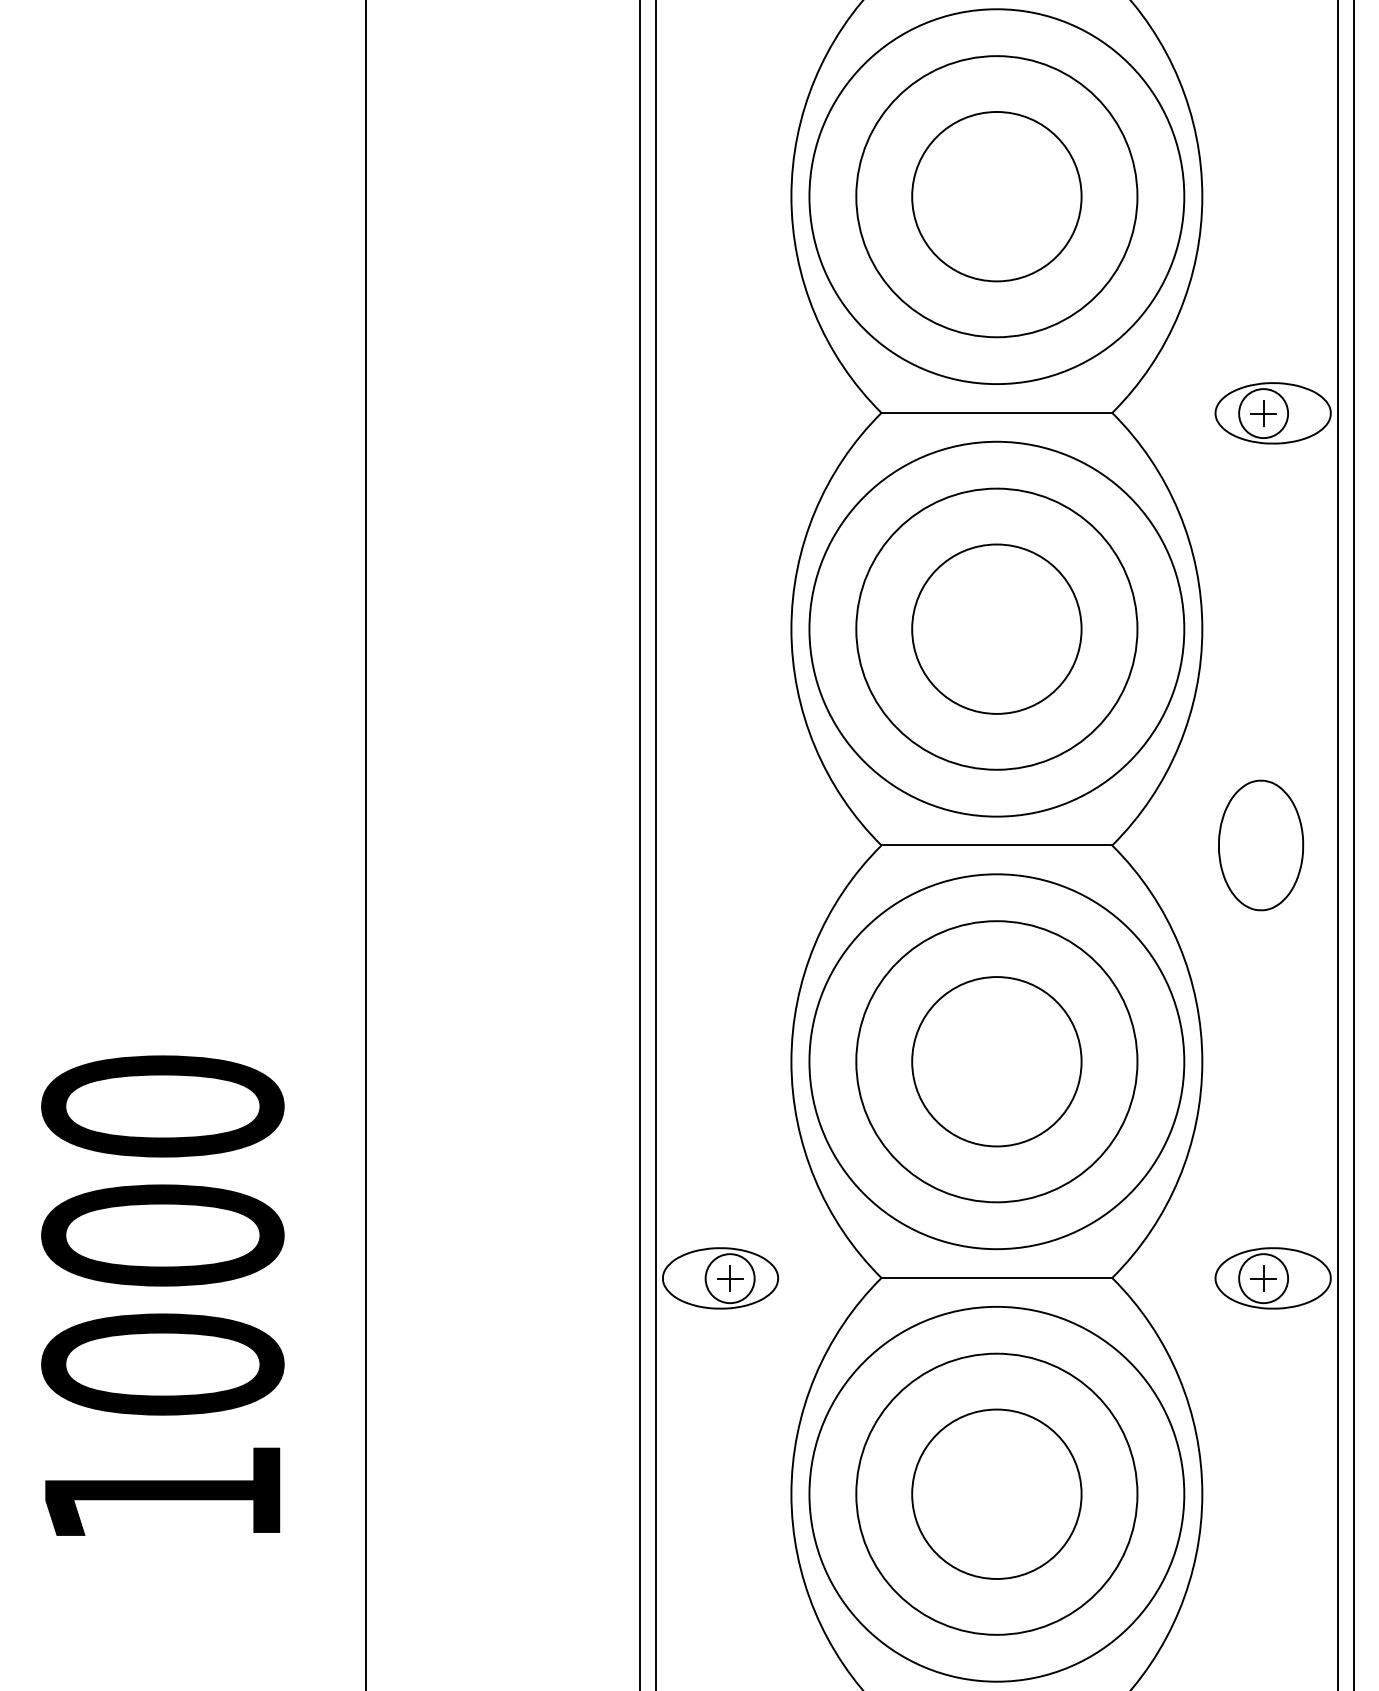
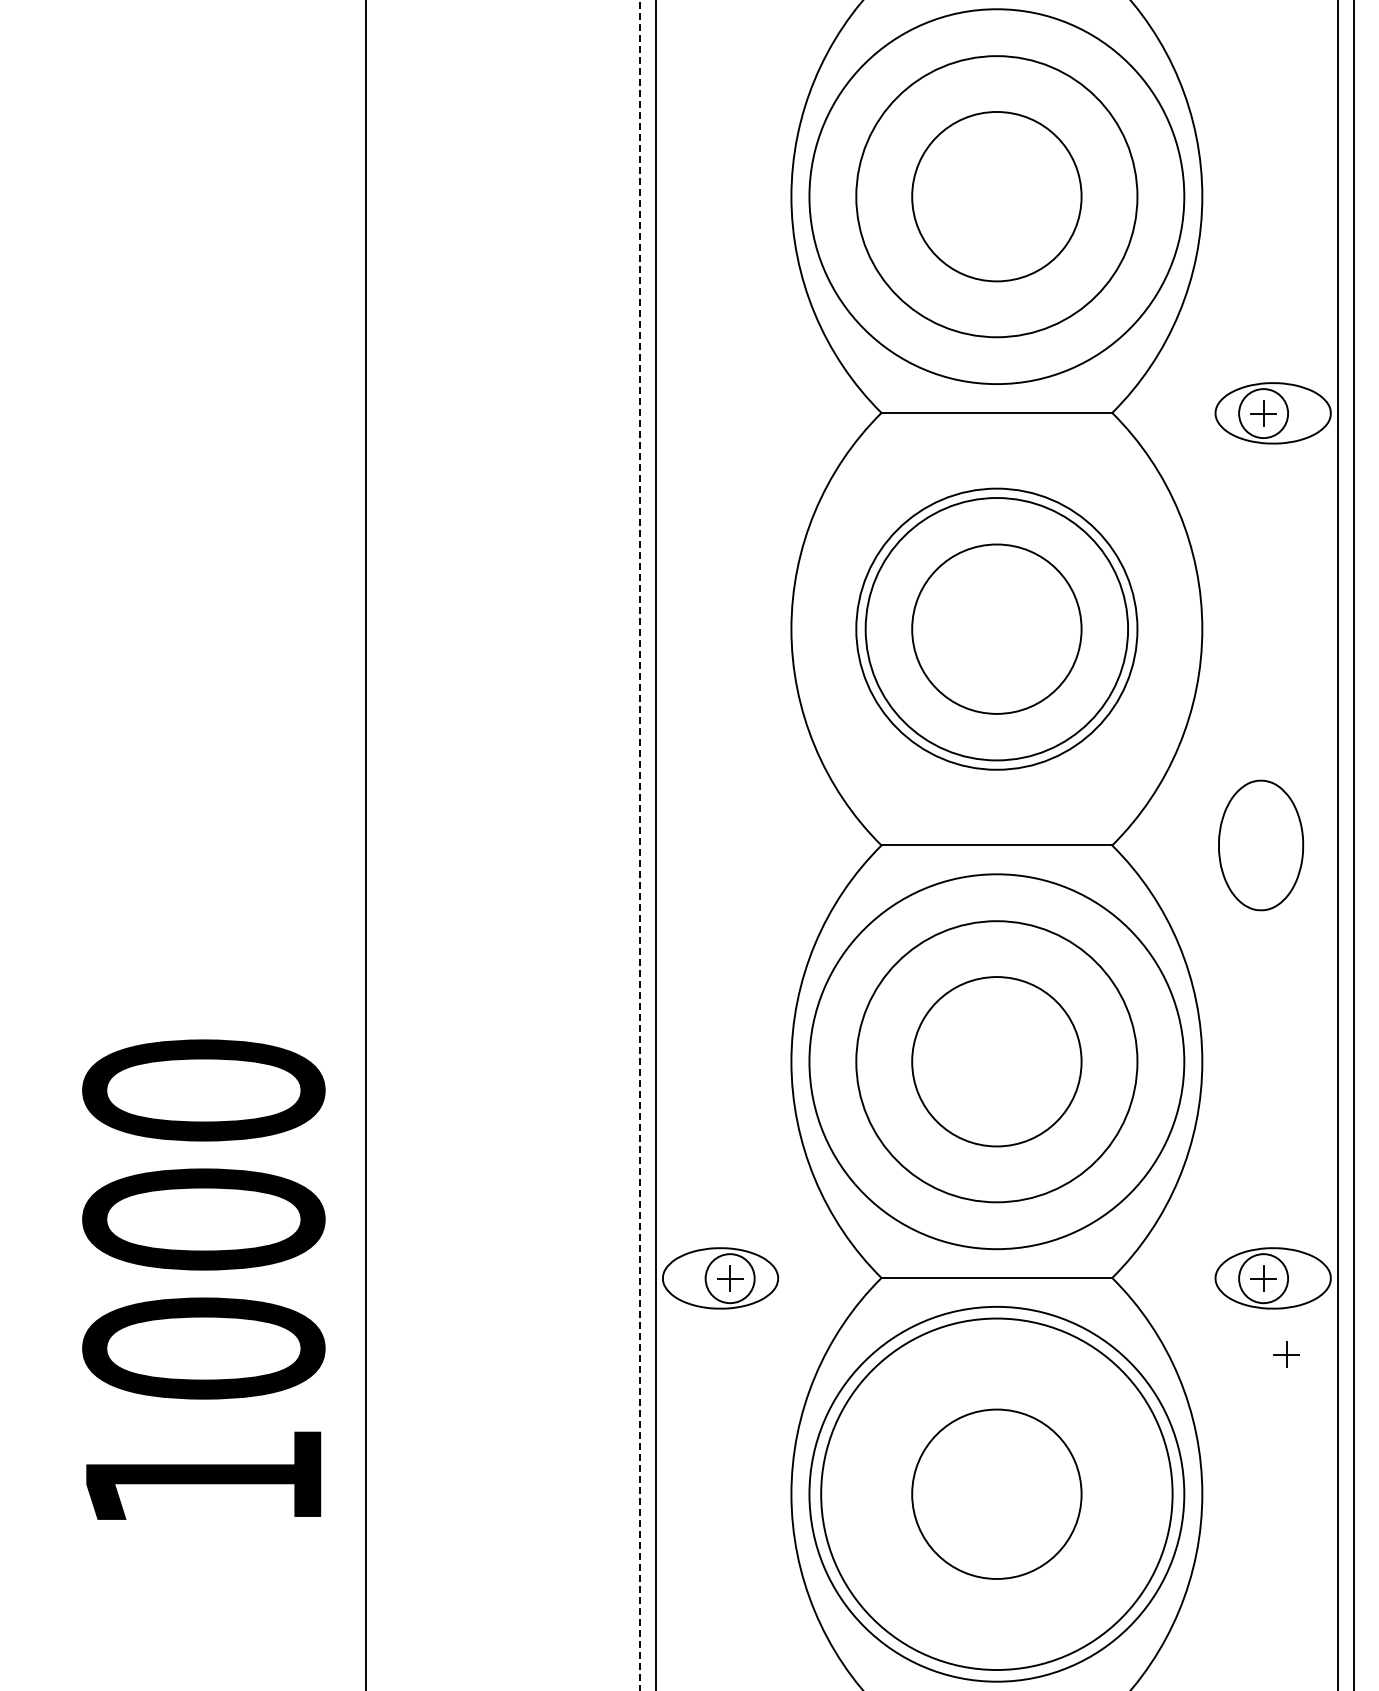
circle at (996, 628) diameter: 375 px -> 262 px
line at (640, 845): solid -> dashed
text at (162, 1295) position: (162, 1295) -> (203, 1279)
part at (1286, 1354): none -> present
circle at (996, 1493) diameter: 281 px -> 351 px
